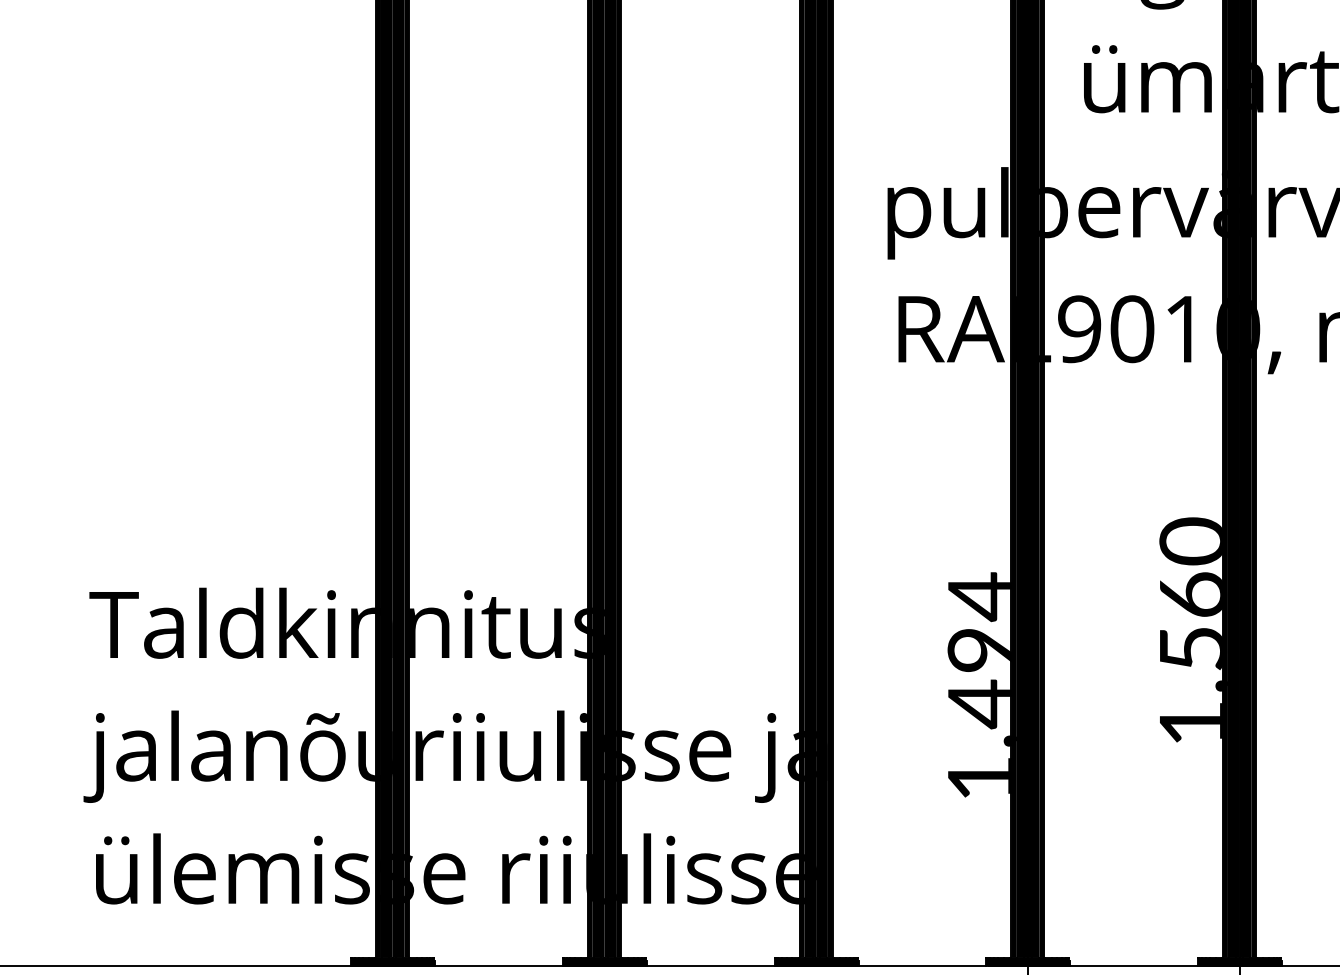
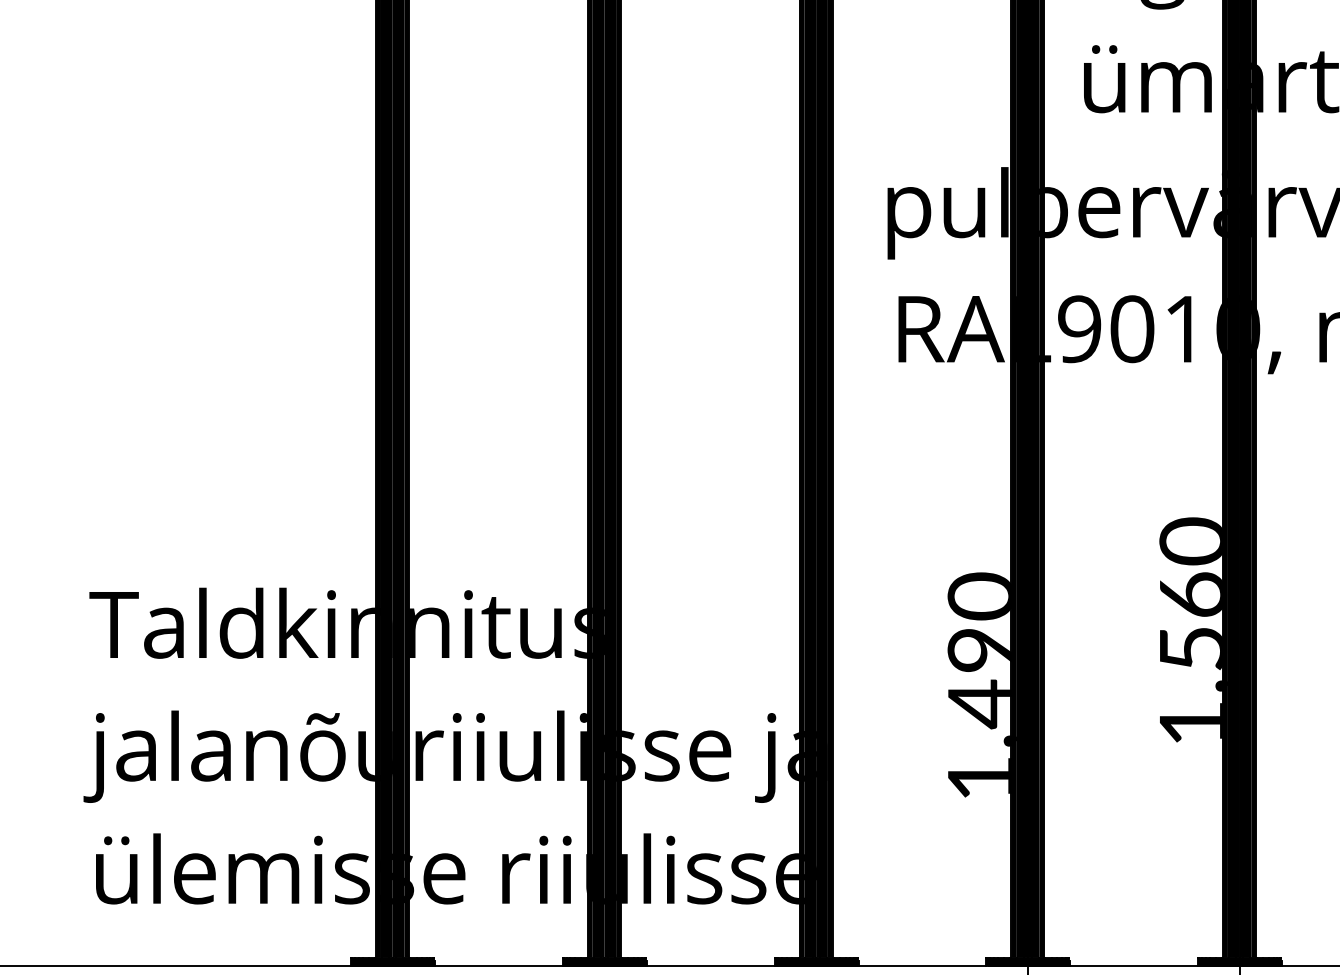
text at (978, 597): 1,494 -> 1,490
